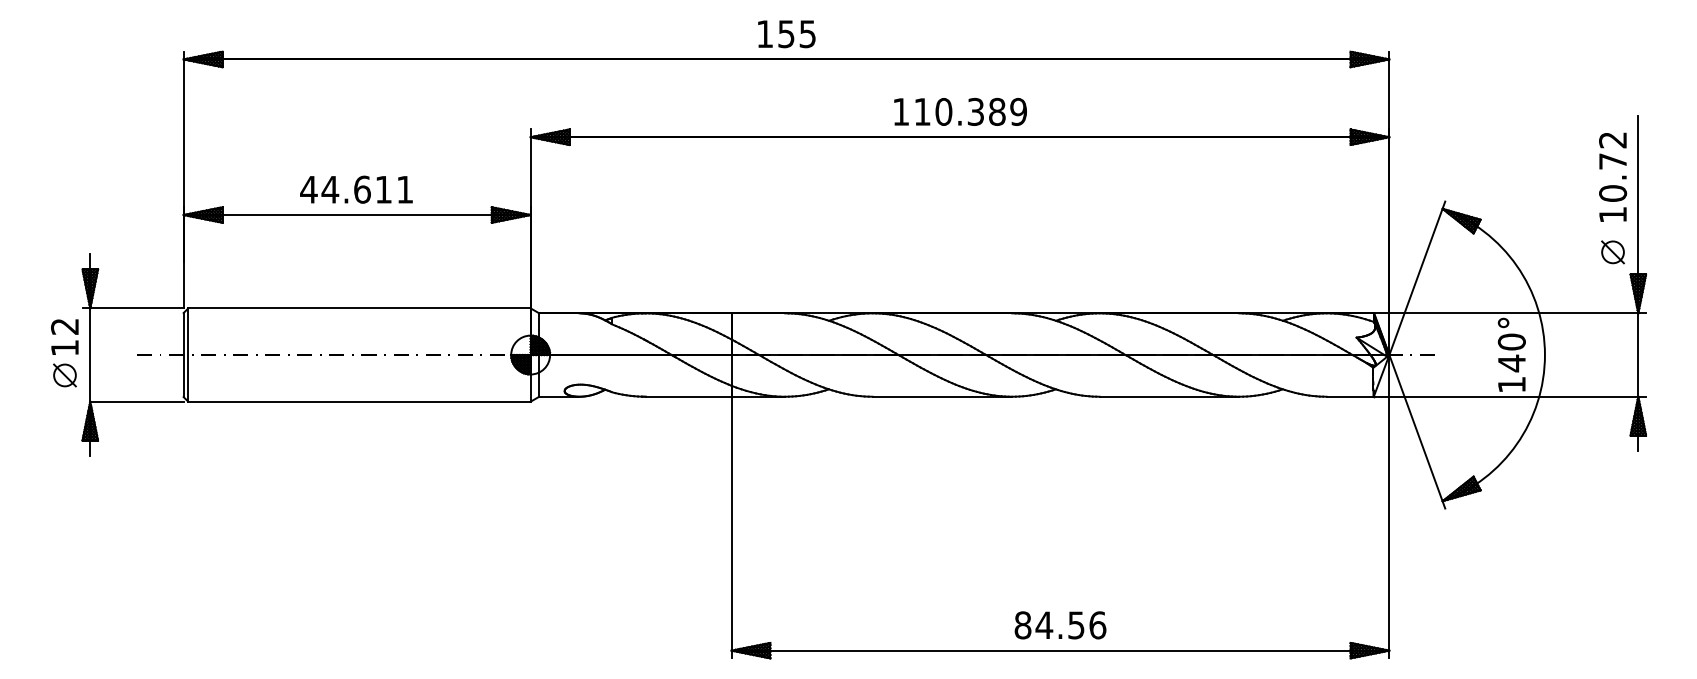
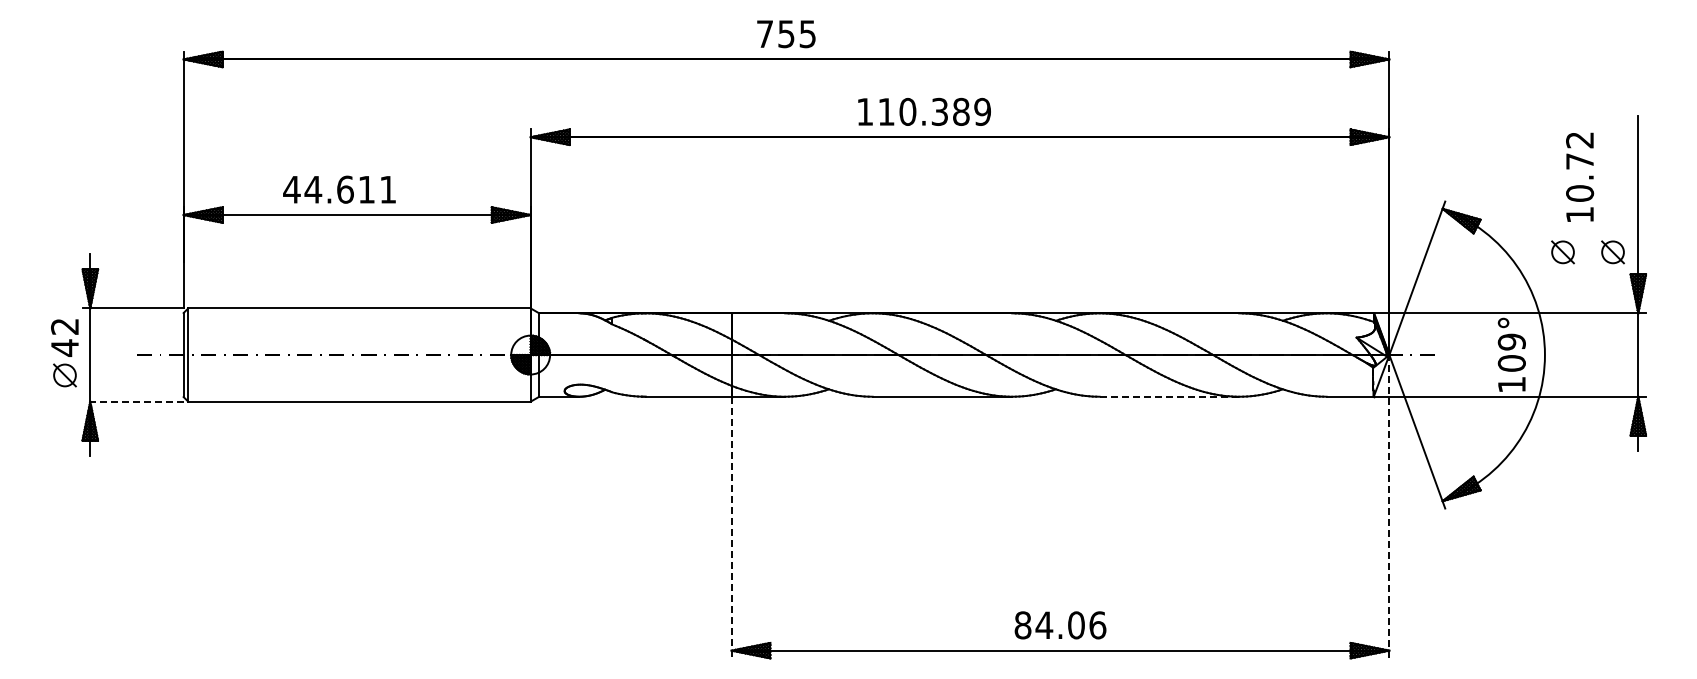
text at (764, 33): 155 -> 755
text at (960, 111) position: (960, 111) -> (924, 111)
text at (1613, 176) position: (1613, 176) -> (1580, 176)
text at (356, 189) position: (356, 189) -> (339, 189)
part at (1562, 252): none -> present
text at (64, 347): 12 -> 42
text at (1511, 352): 140° -> 109°
line at (1169, 396): solid -> dashed
line at (136, 401): solid -> dashed
line at (1389, 506): solid -> dashed
line at (731, 527): solid -> dashed
text at (1076, 625): 84.56 -> 84.06
